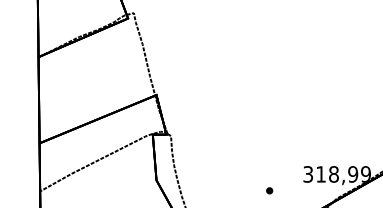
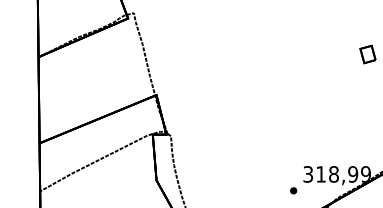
part at (367, 54): none -> present
part at (269, 190) position: (269, 190) -> (293, 190)
